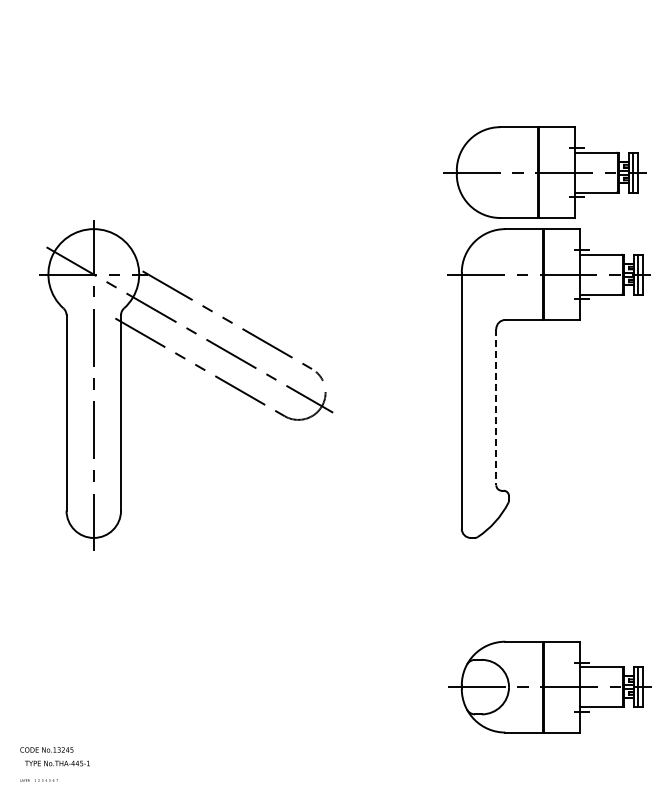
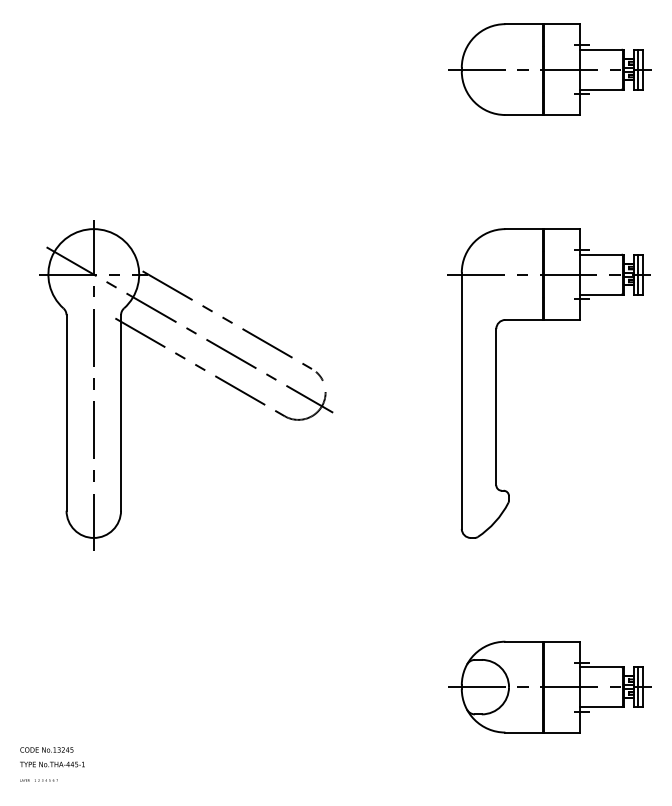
part at (544, 172) position: (544, 172) -> (549, 69)
line at (496, 407): dashed -> solid
text at (57, 763) position: (57, 763) -> (52, 764)
